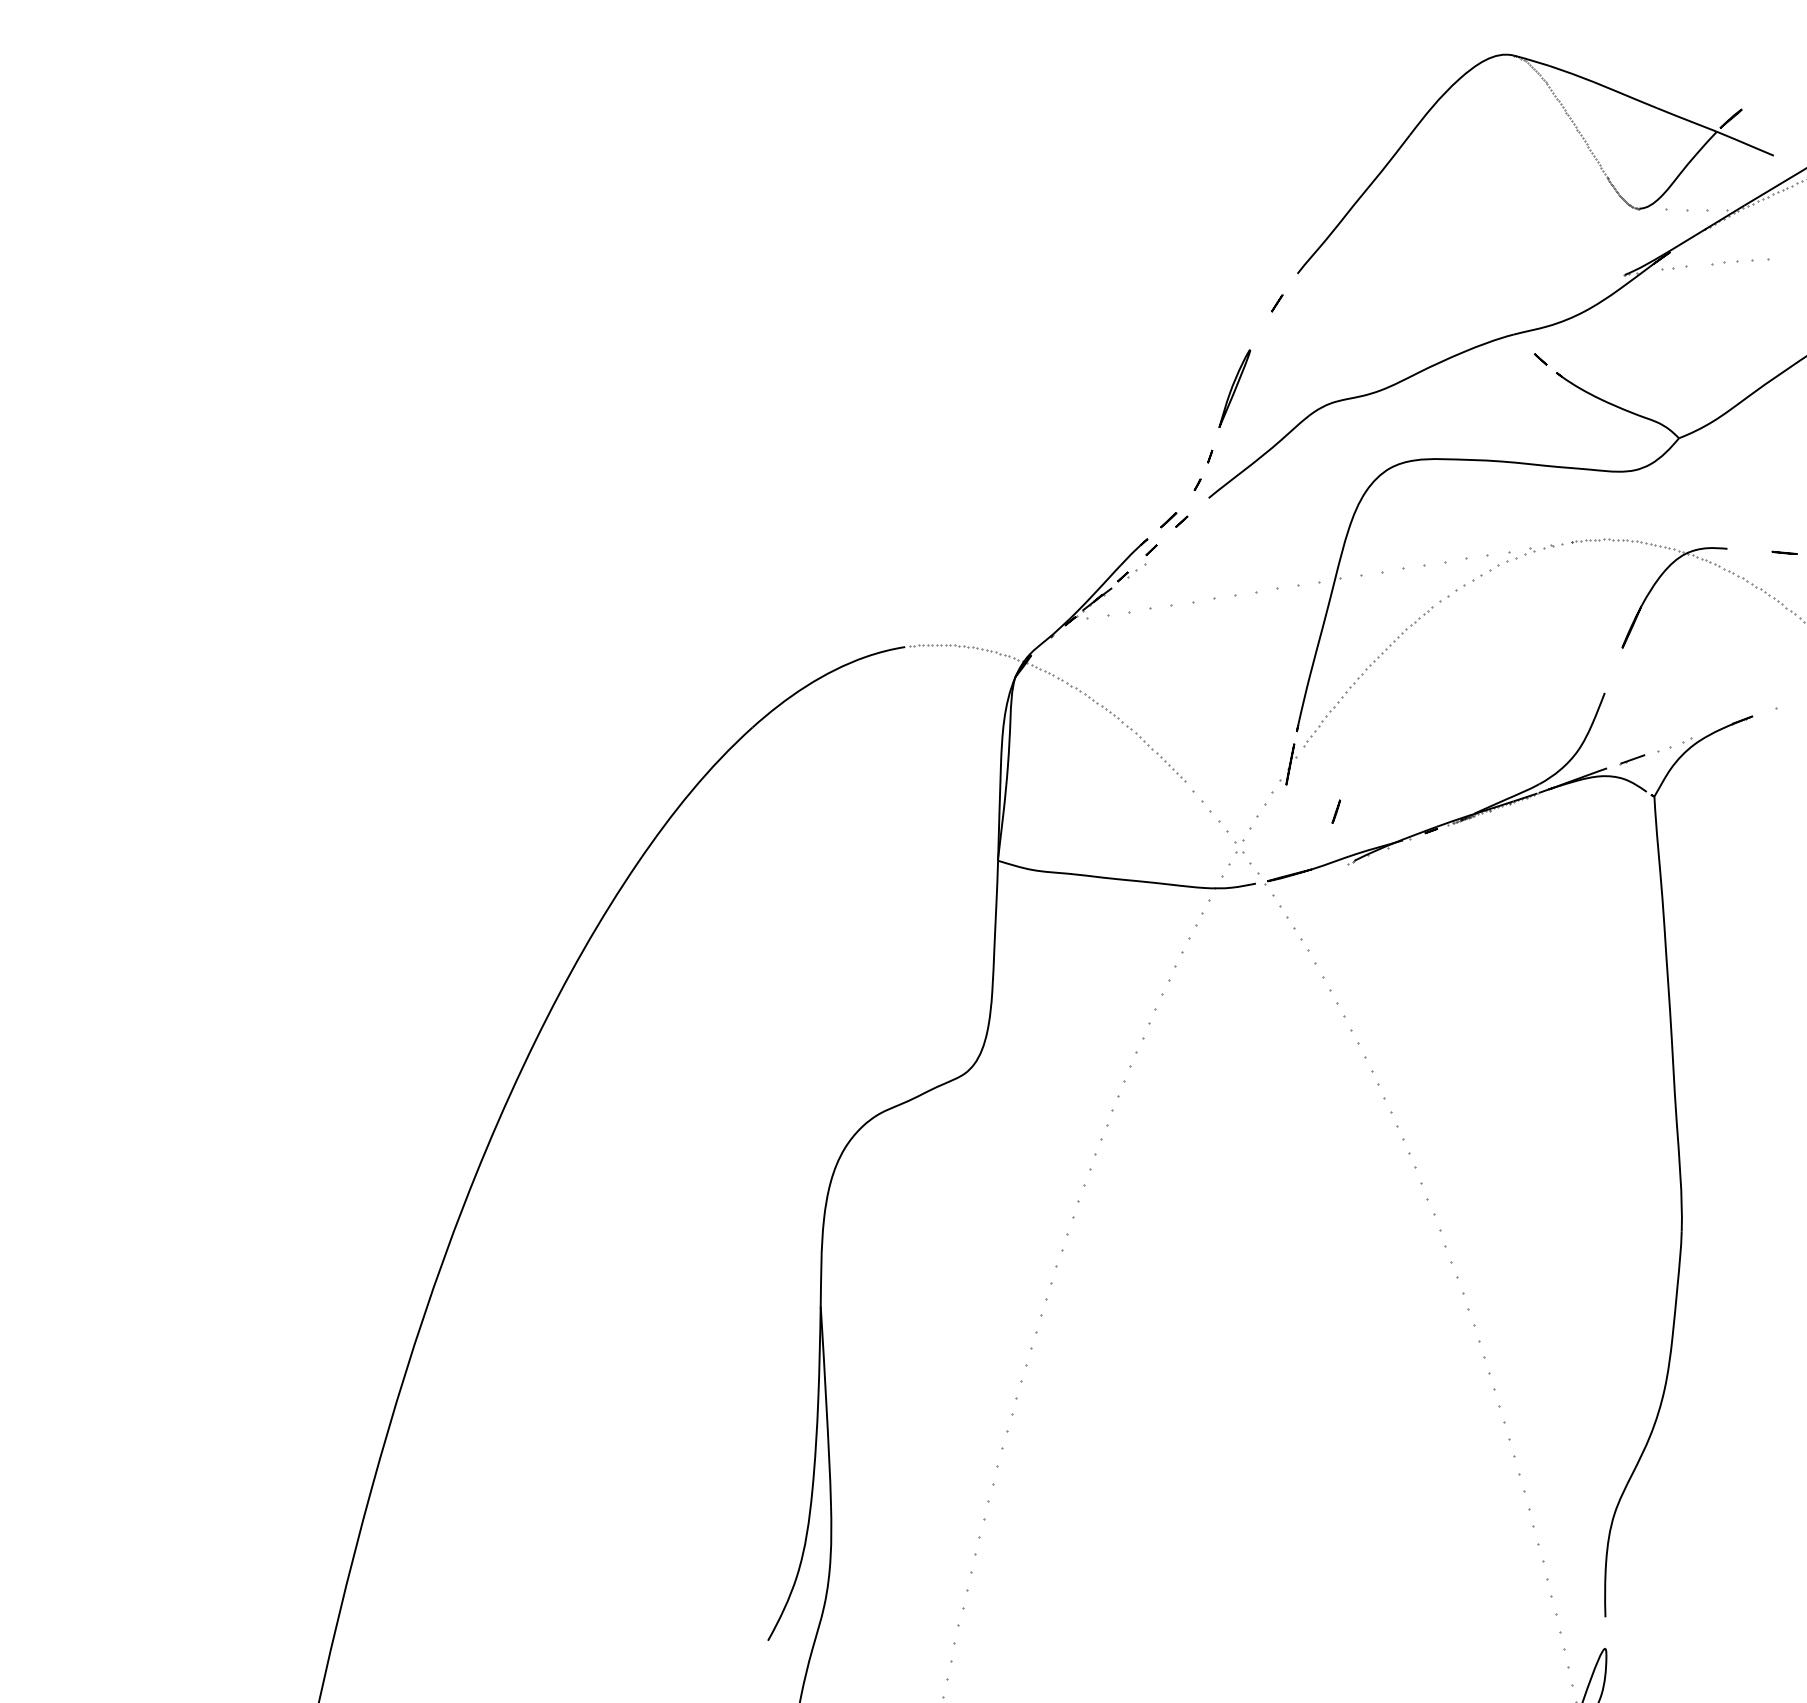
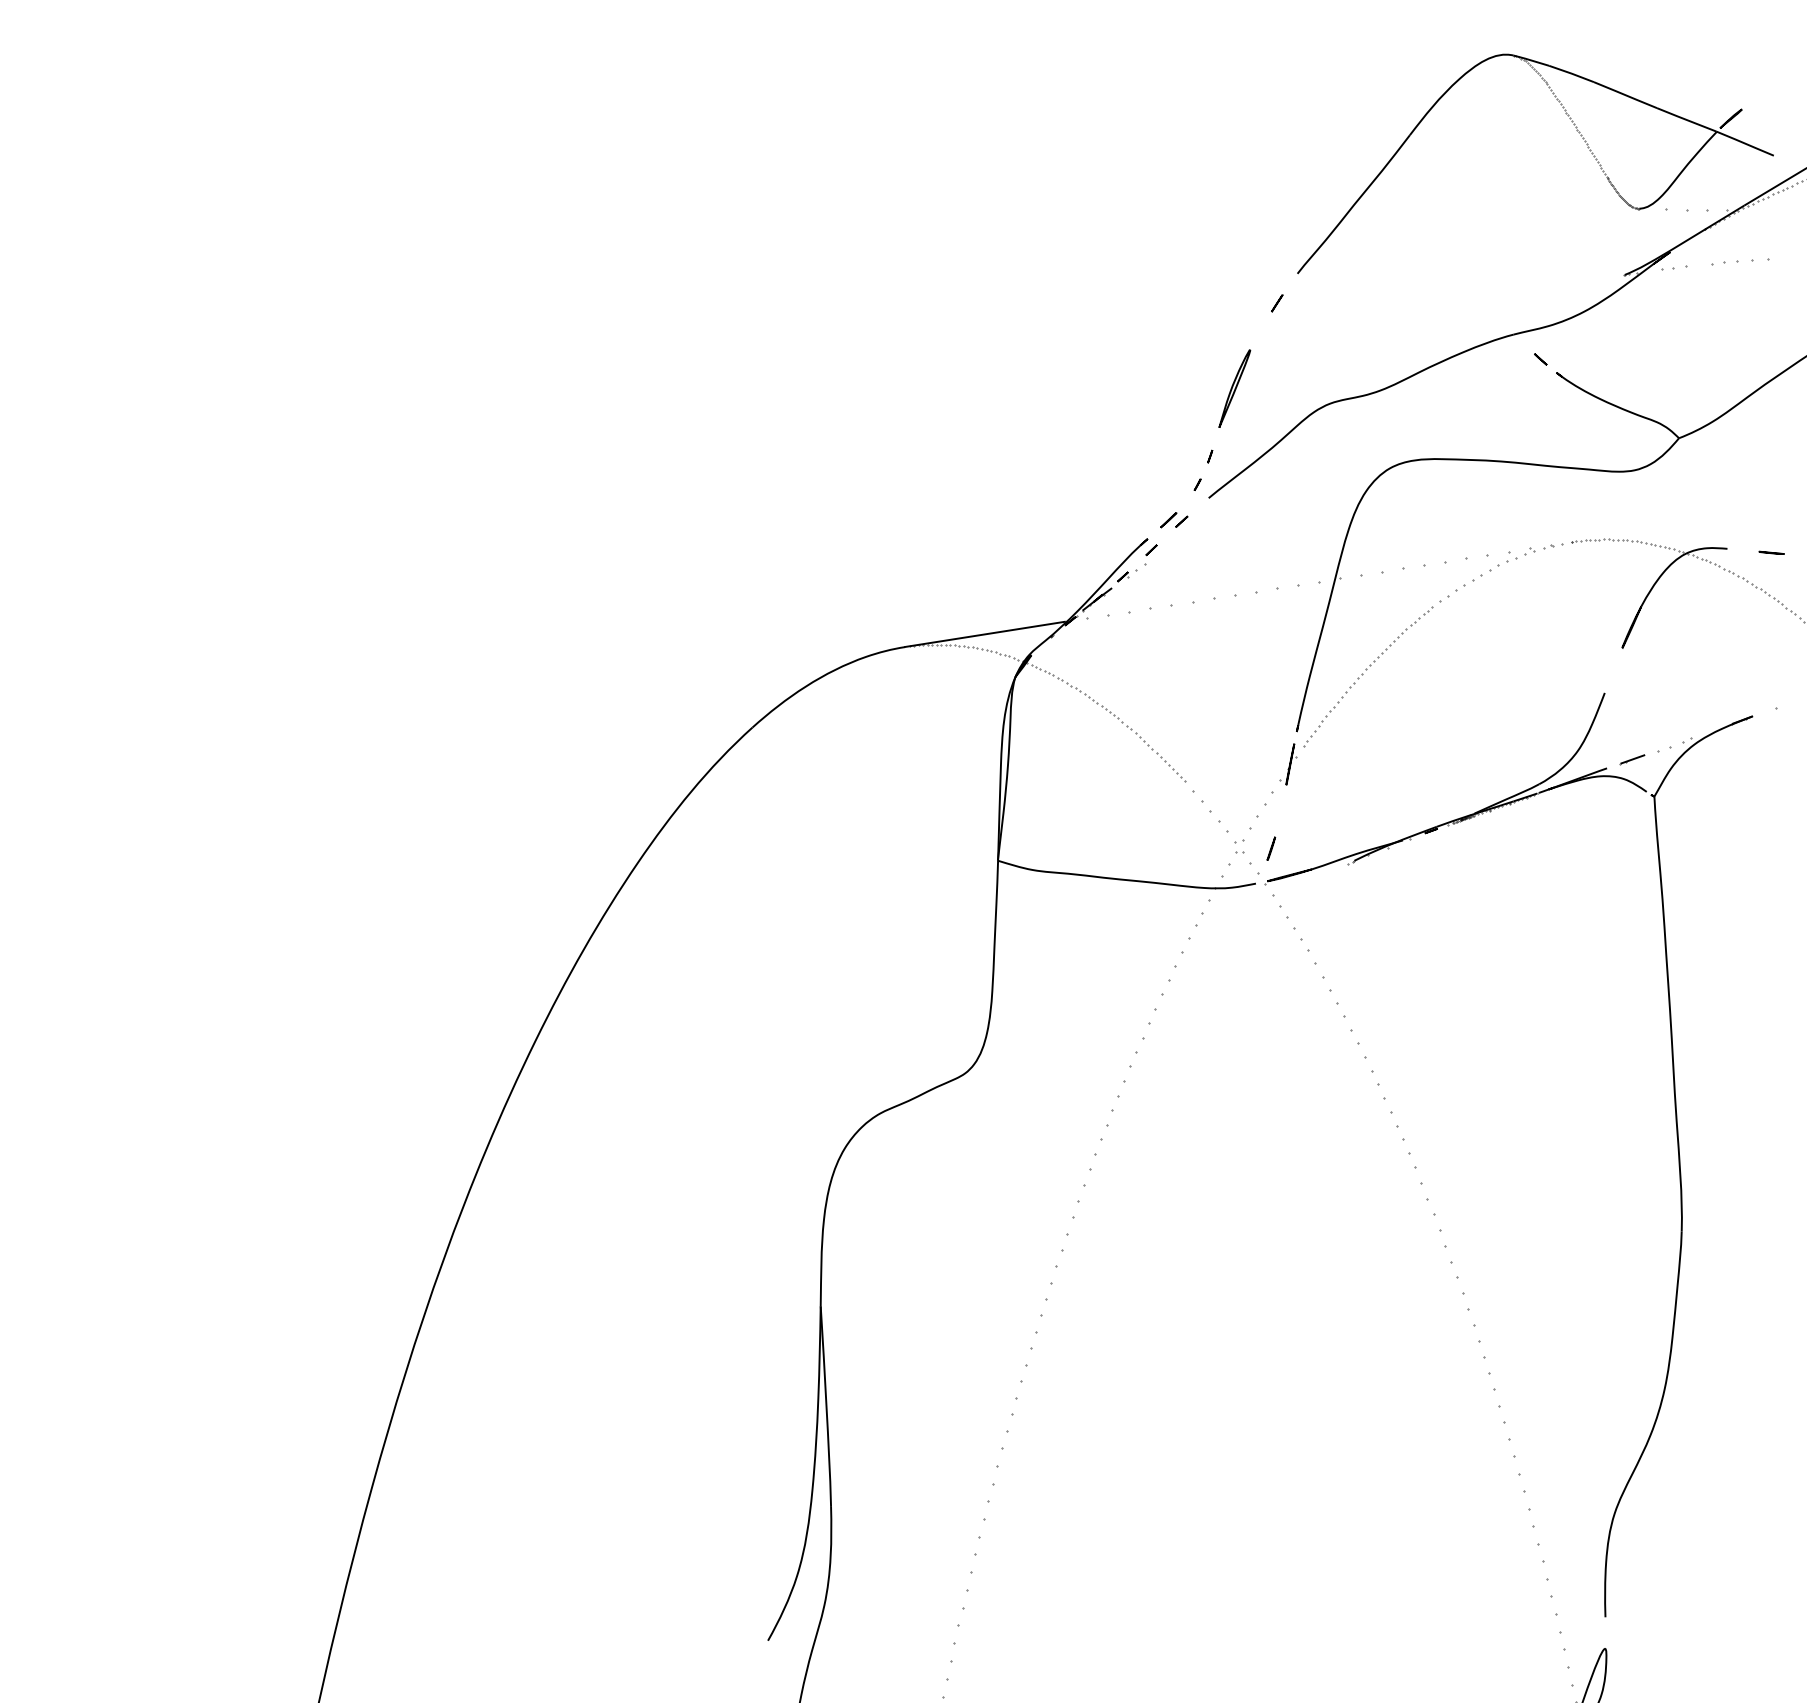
line at (1784, 552) position: (1784, 552) -> (1771, 552)
line at (984, 633): none -> present
line at (1336, 811) position: (1336, 811) -> (1271, 848)
